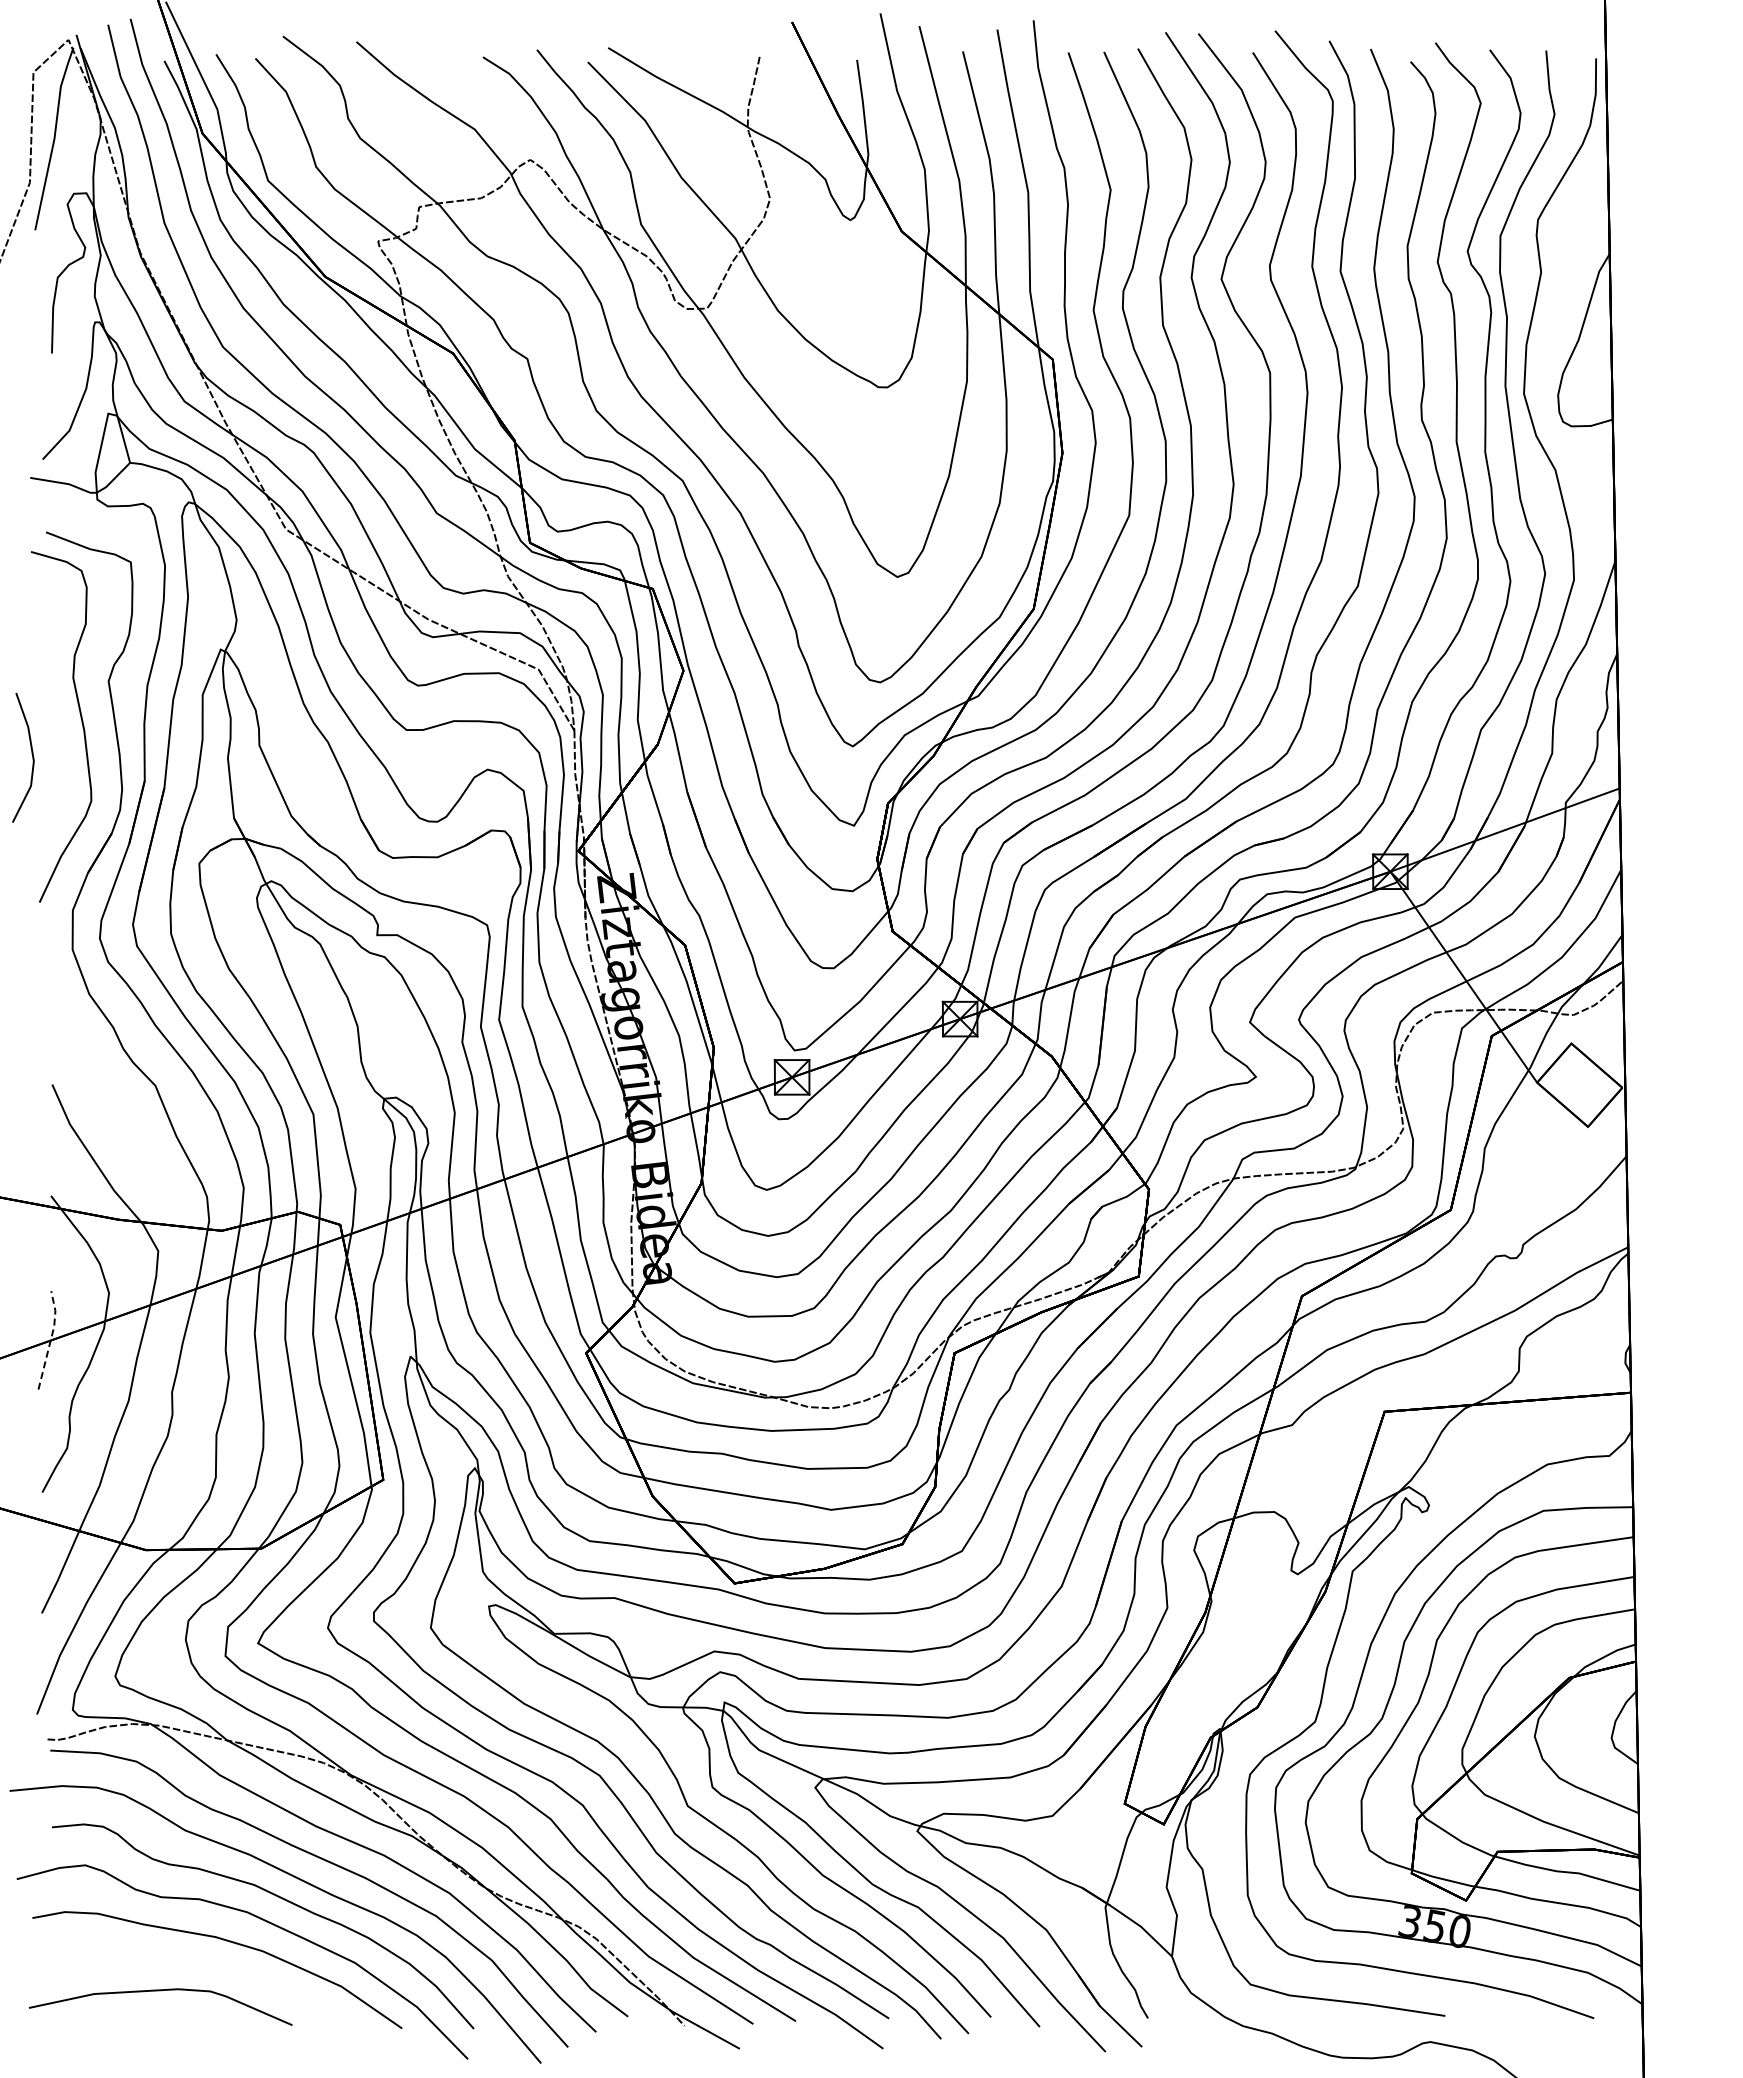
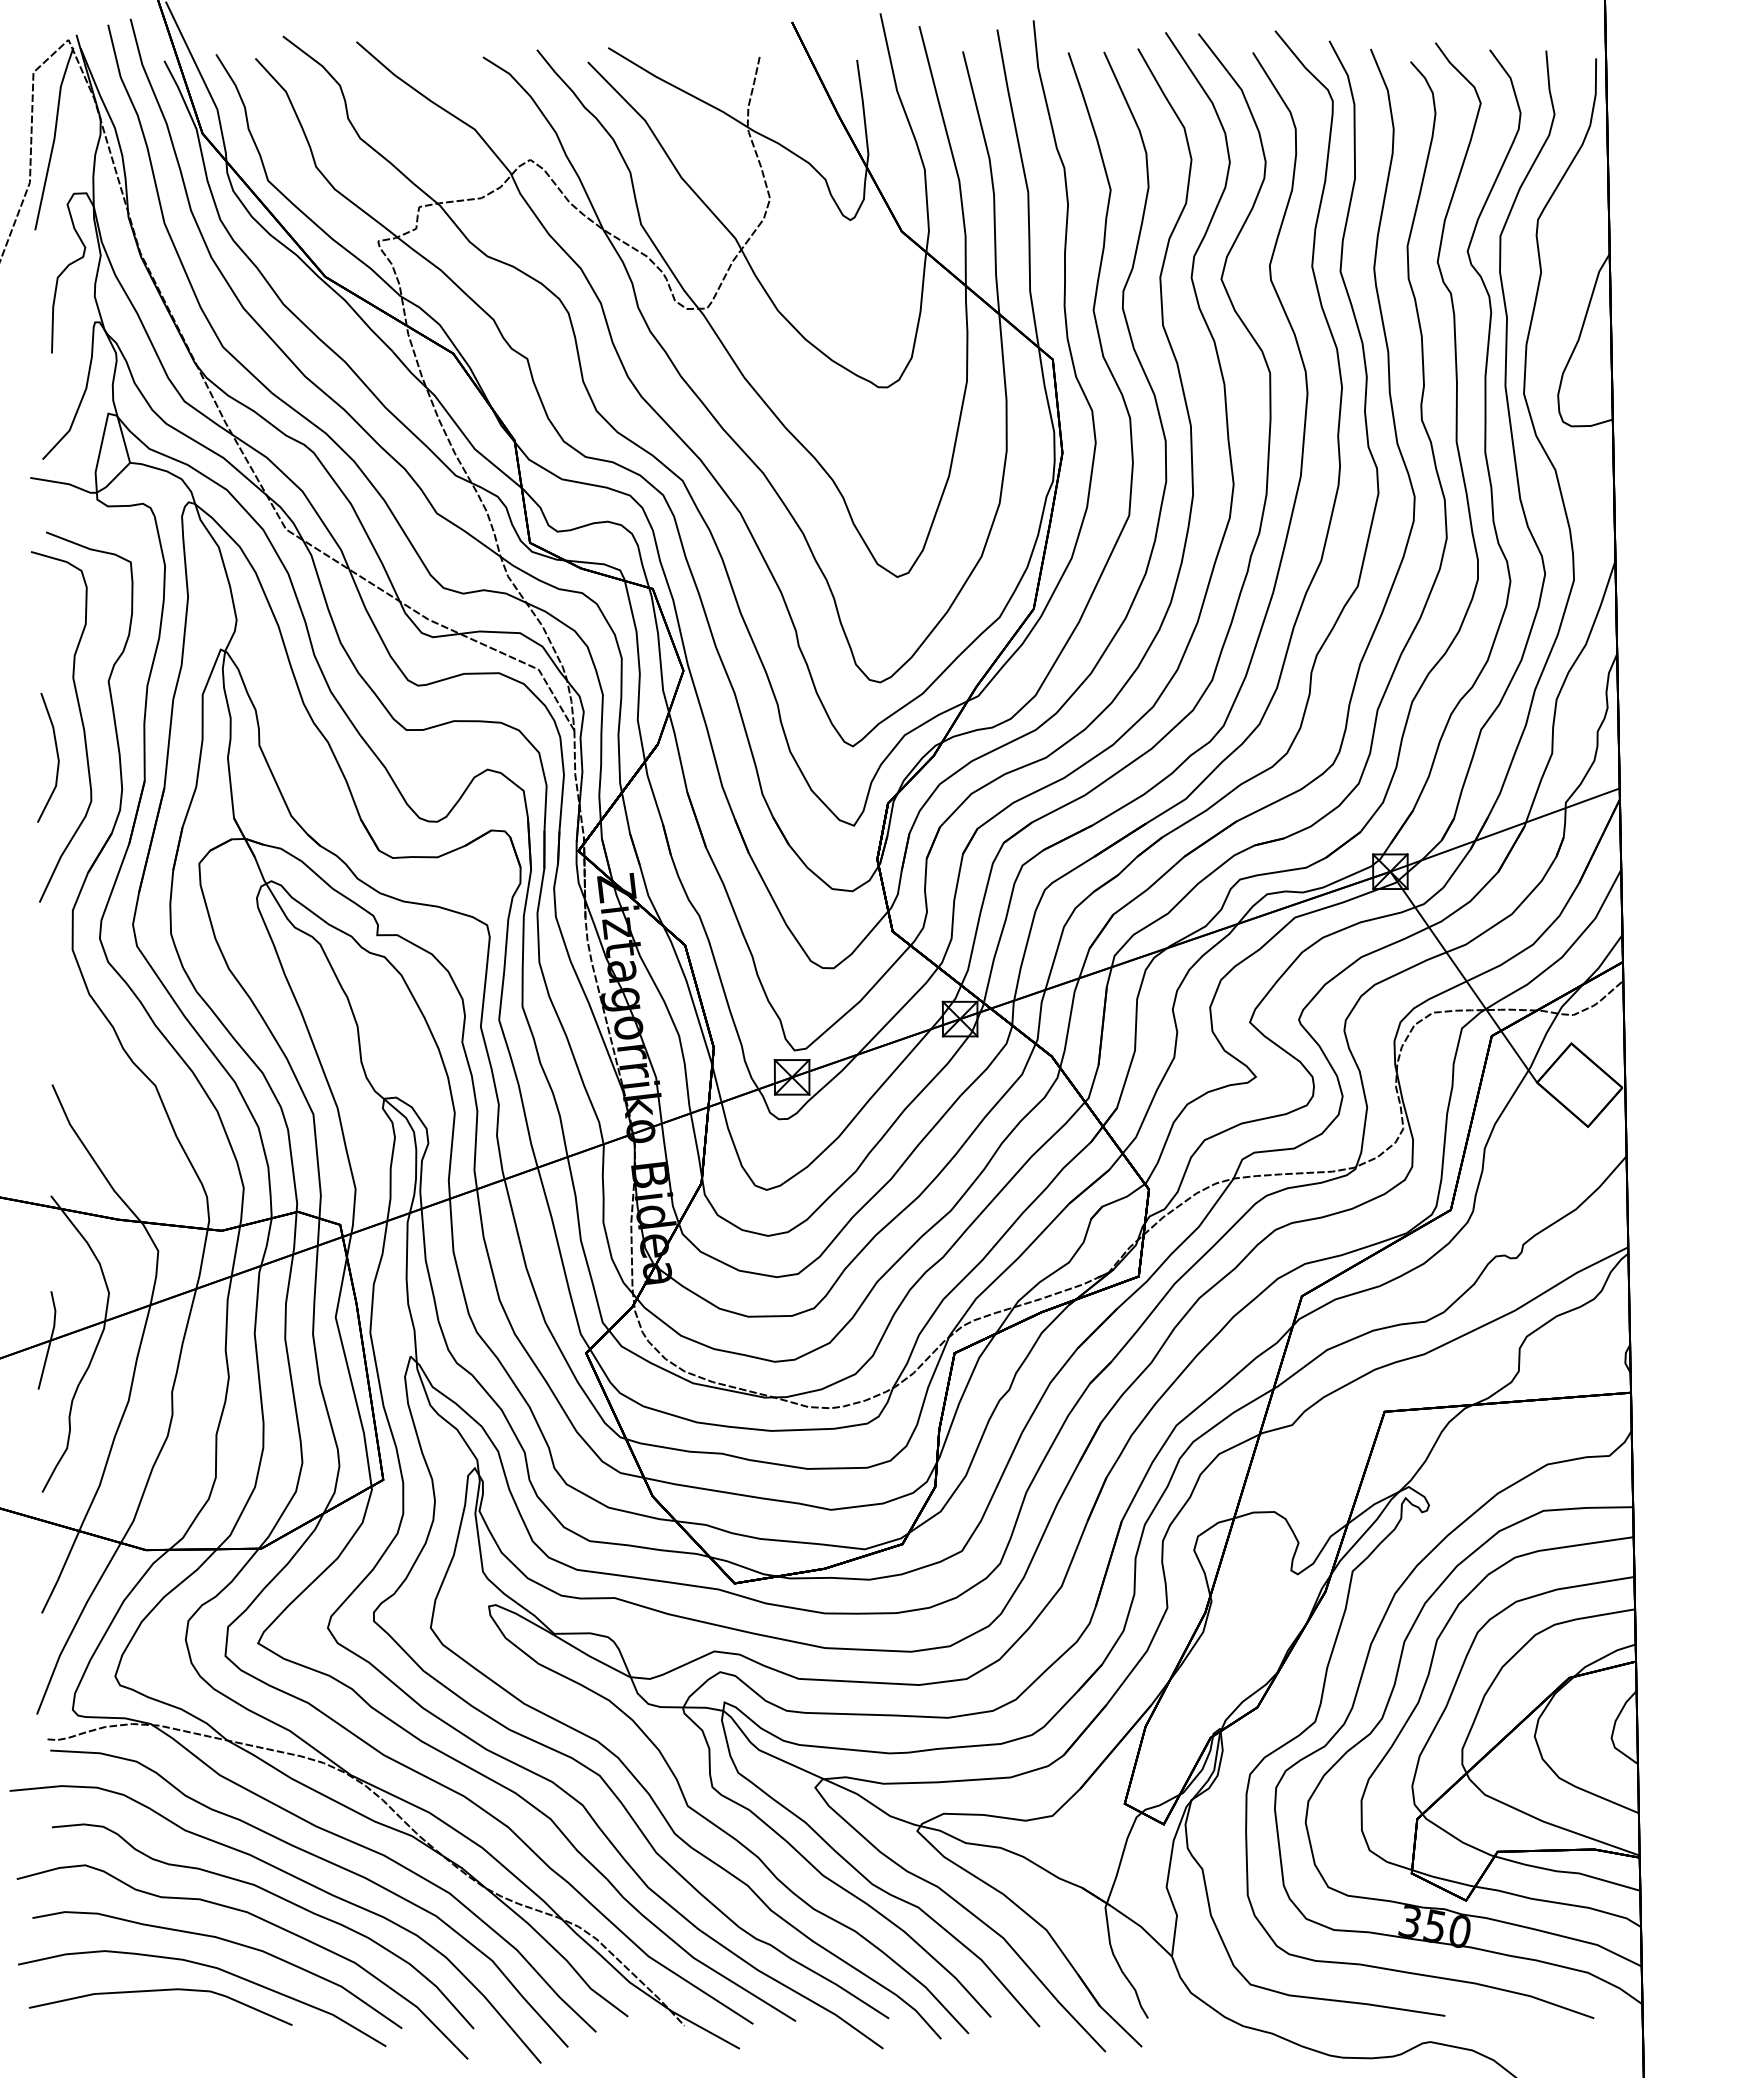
line at (31, 754) position: (31, 754) -> (56, 754)
line at (51, 1338): dashed -> solid
curve at (209, 1967): none -> present
